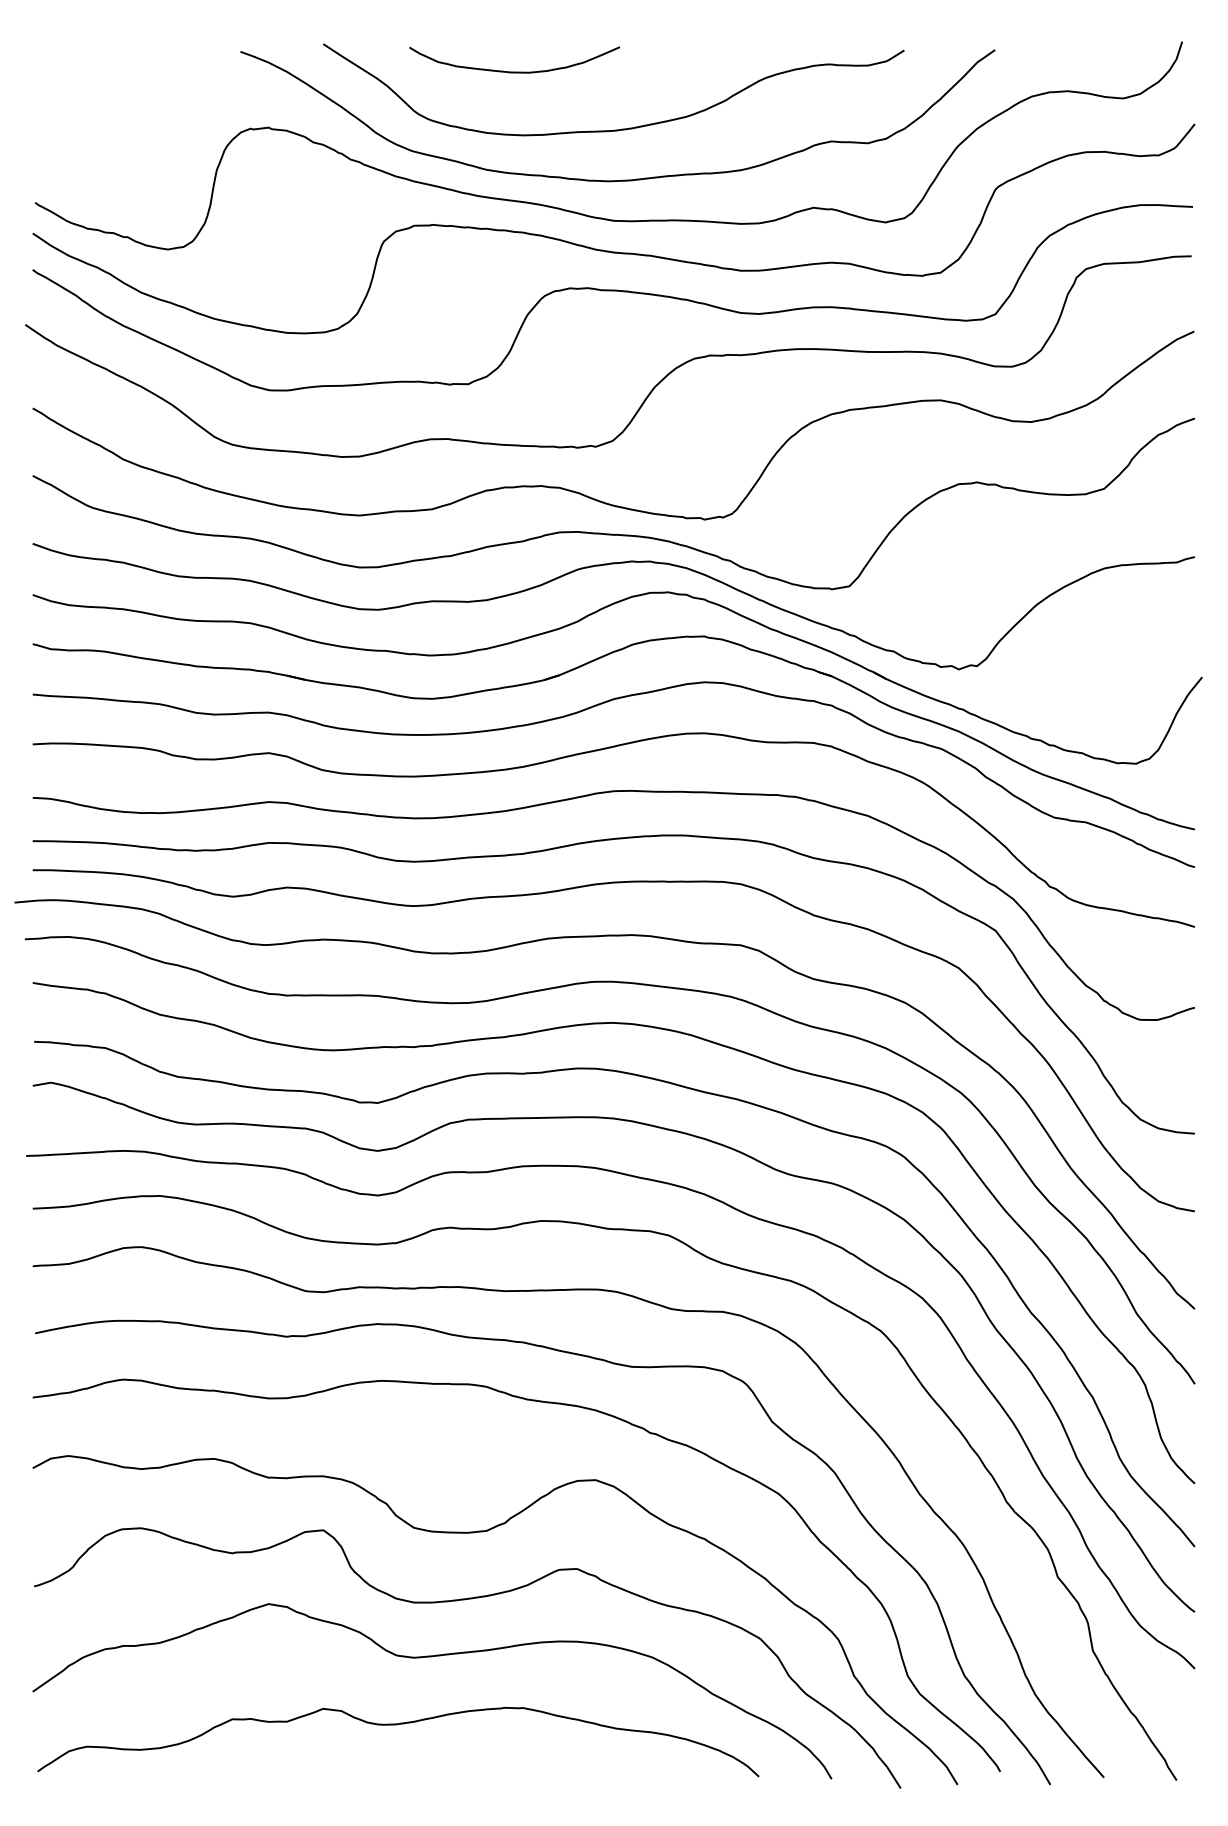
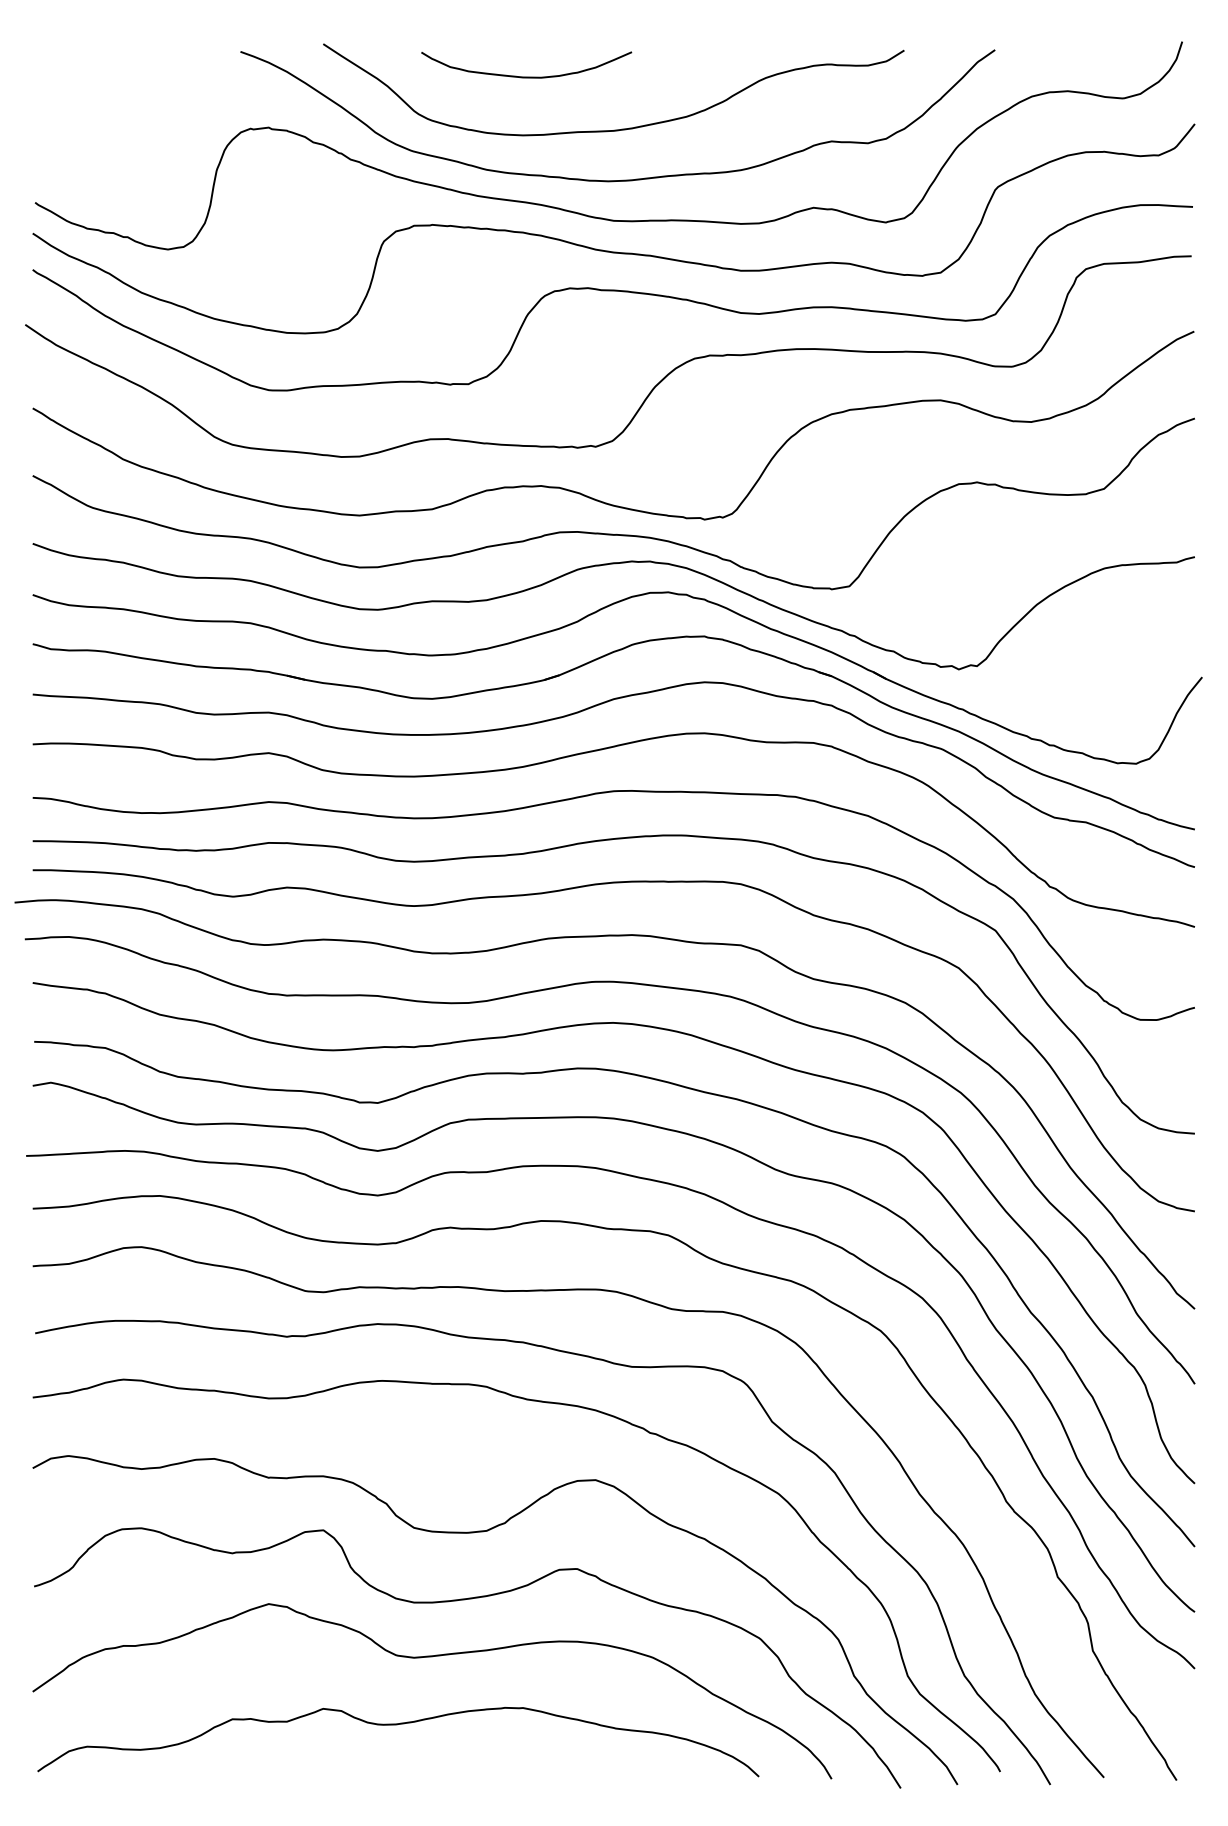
curve at (514, 71) position: (514, 71) -> (526, 76)
